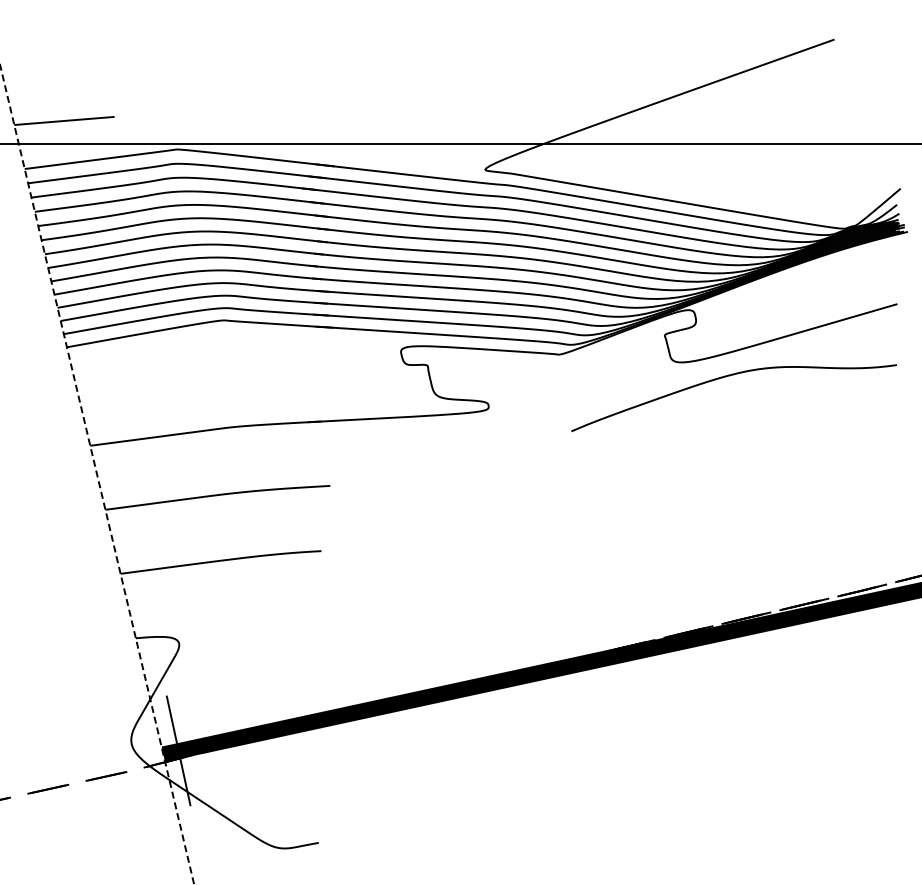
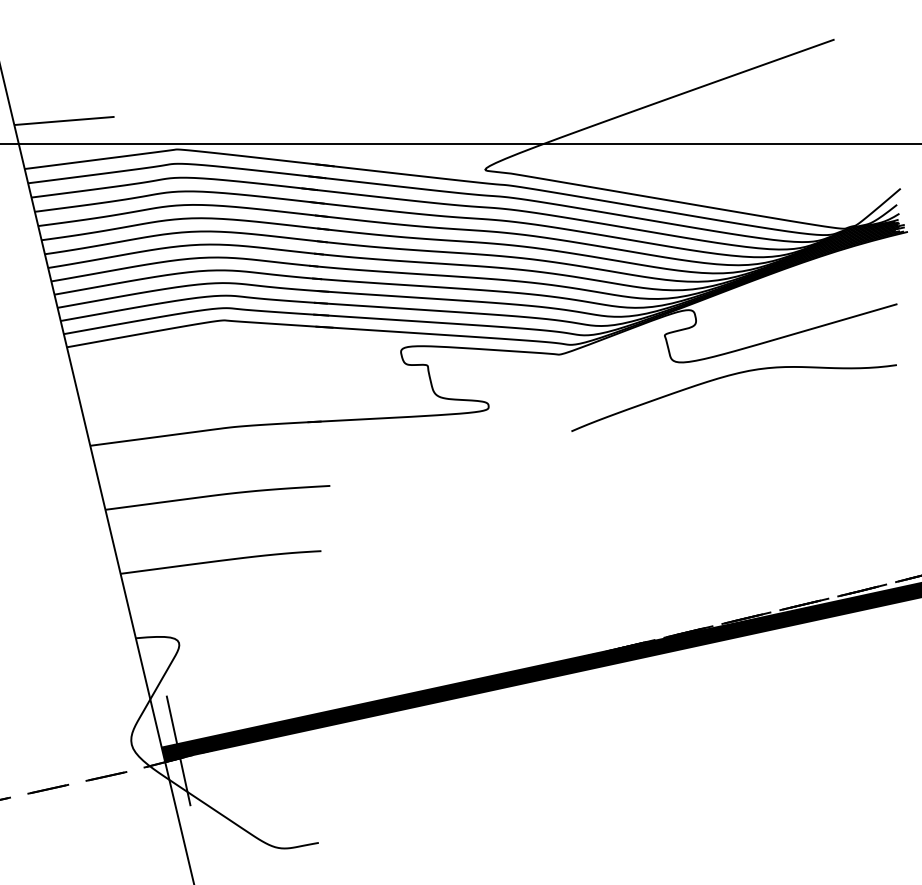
line at (97, 475): dashed -> solid
